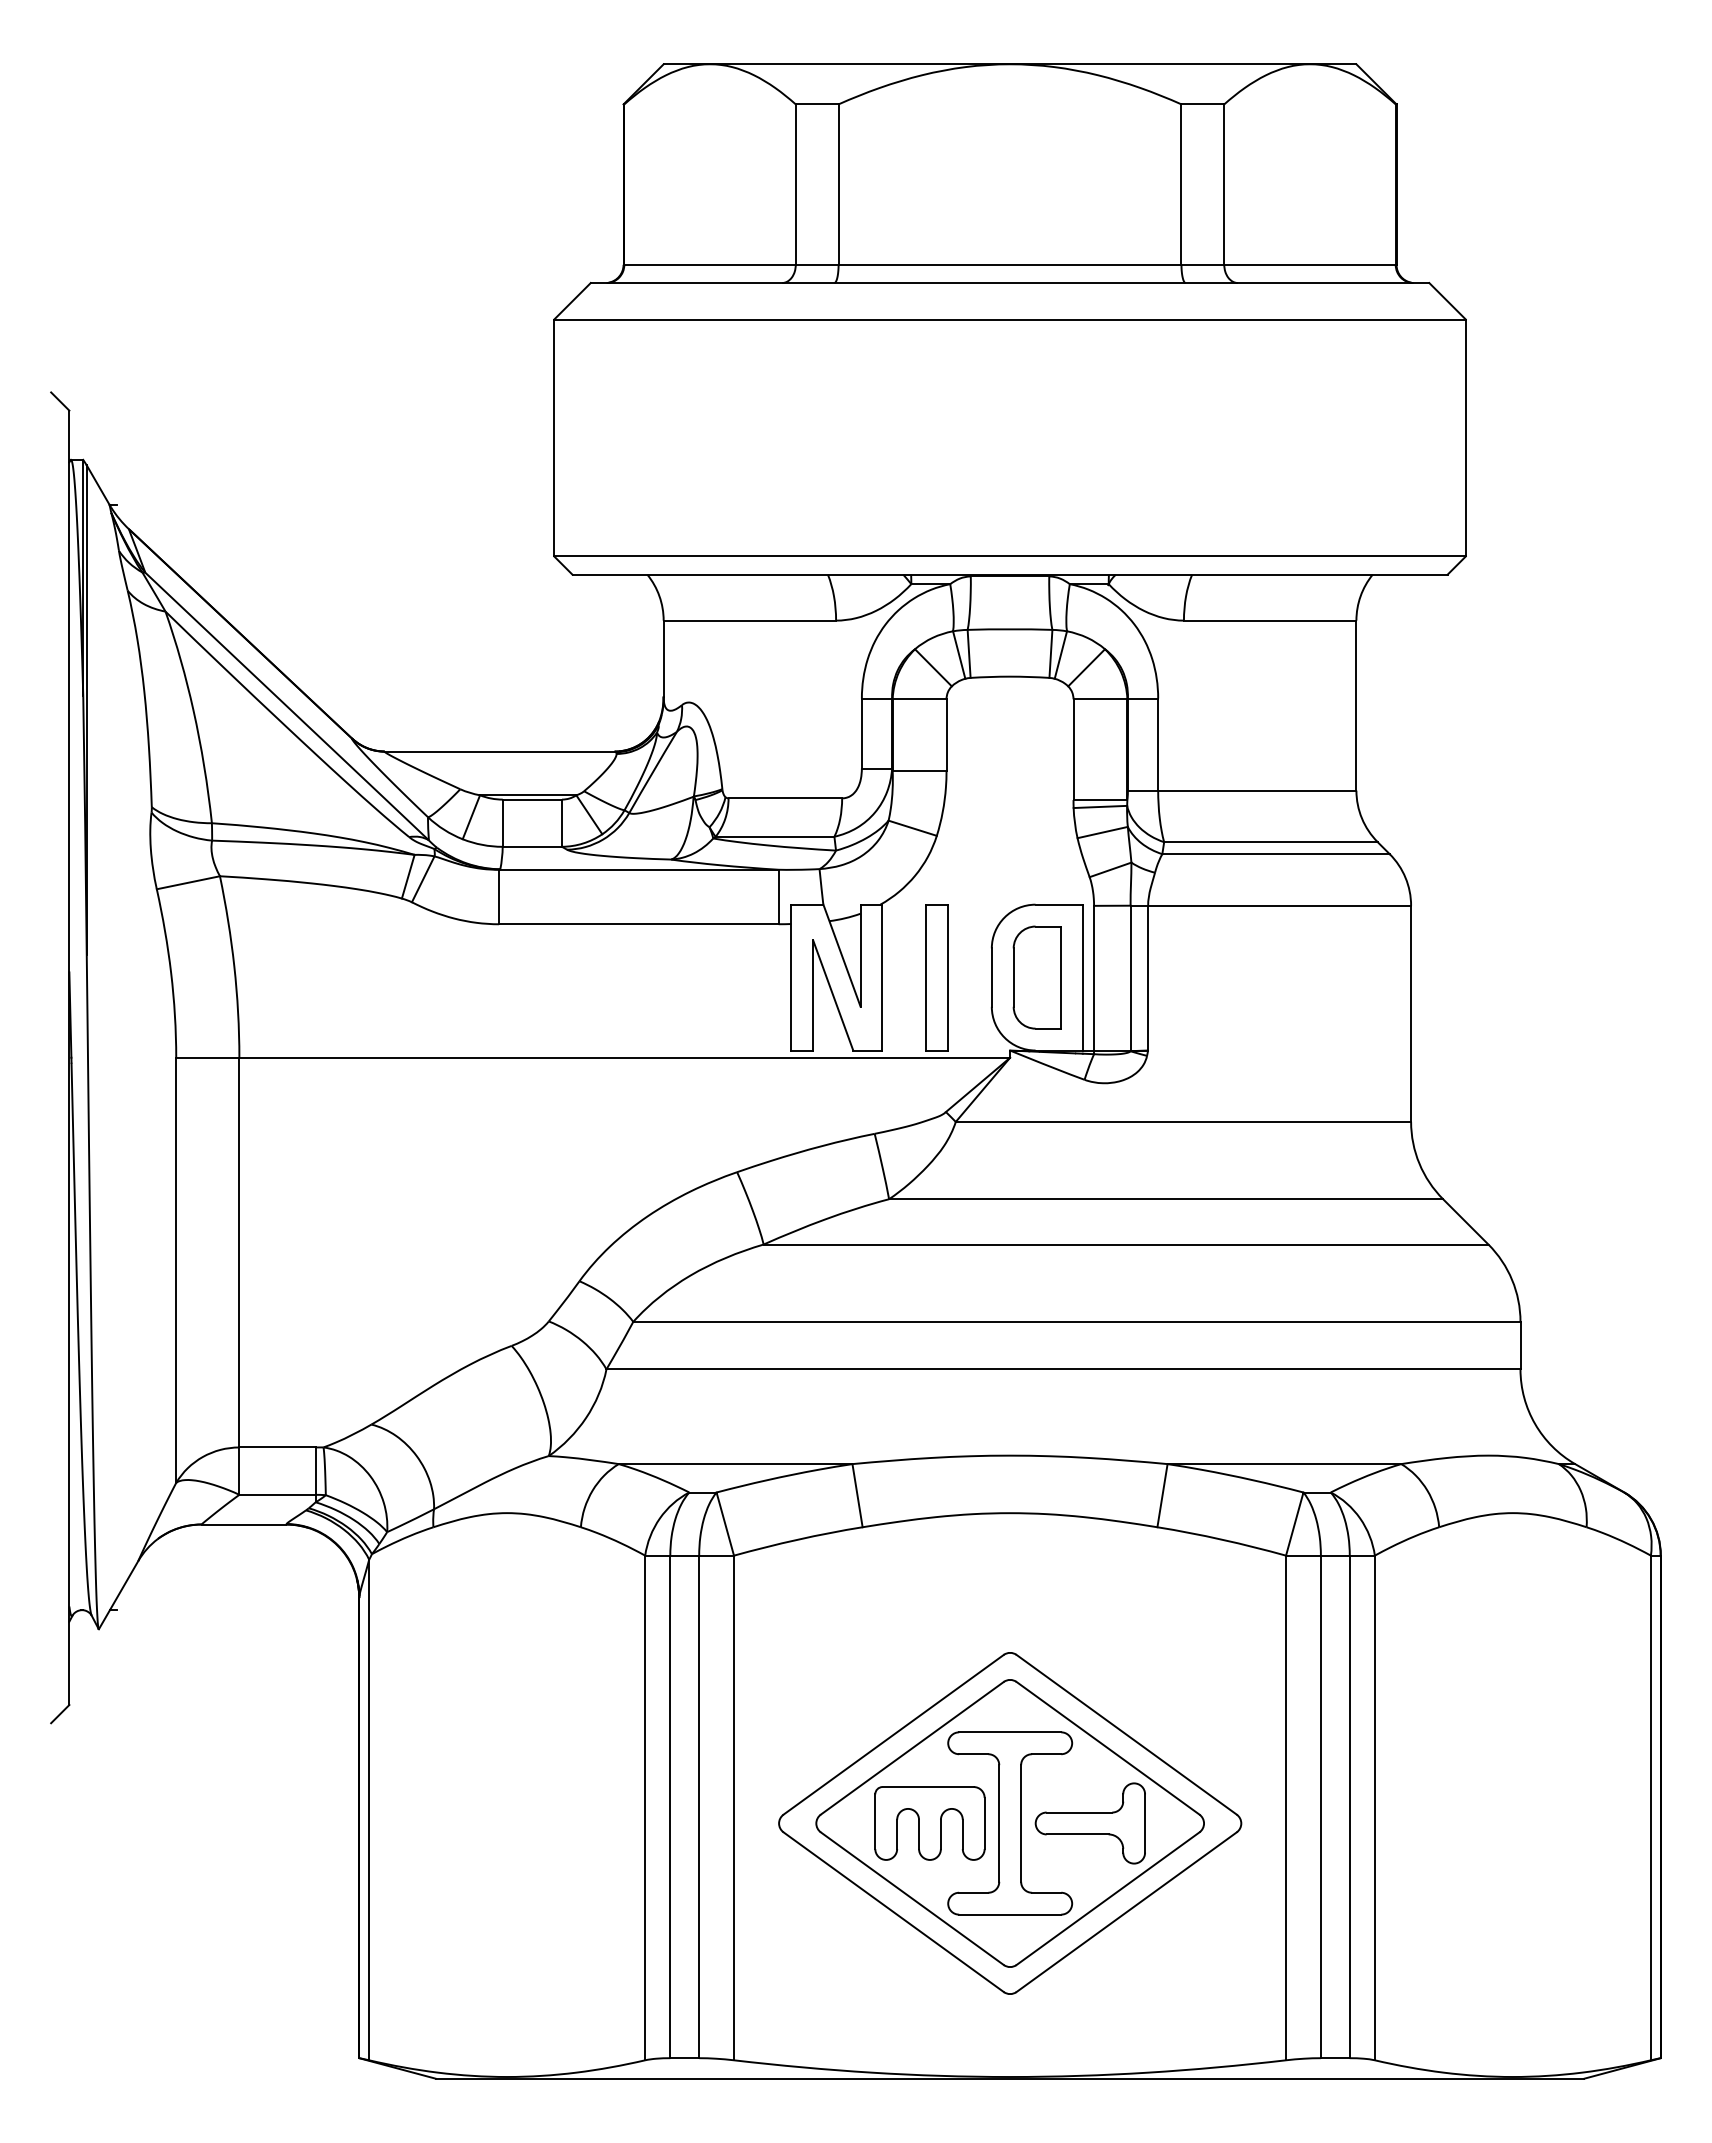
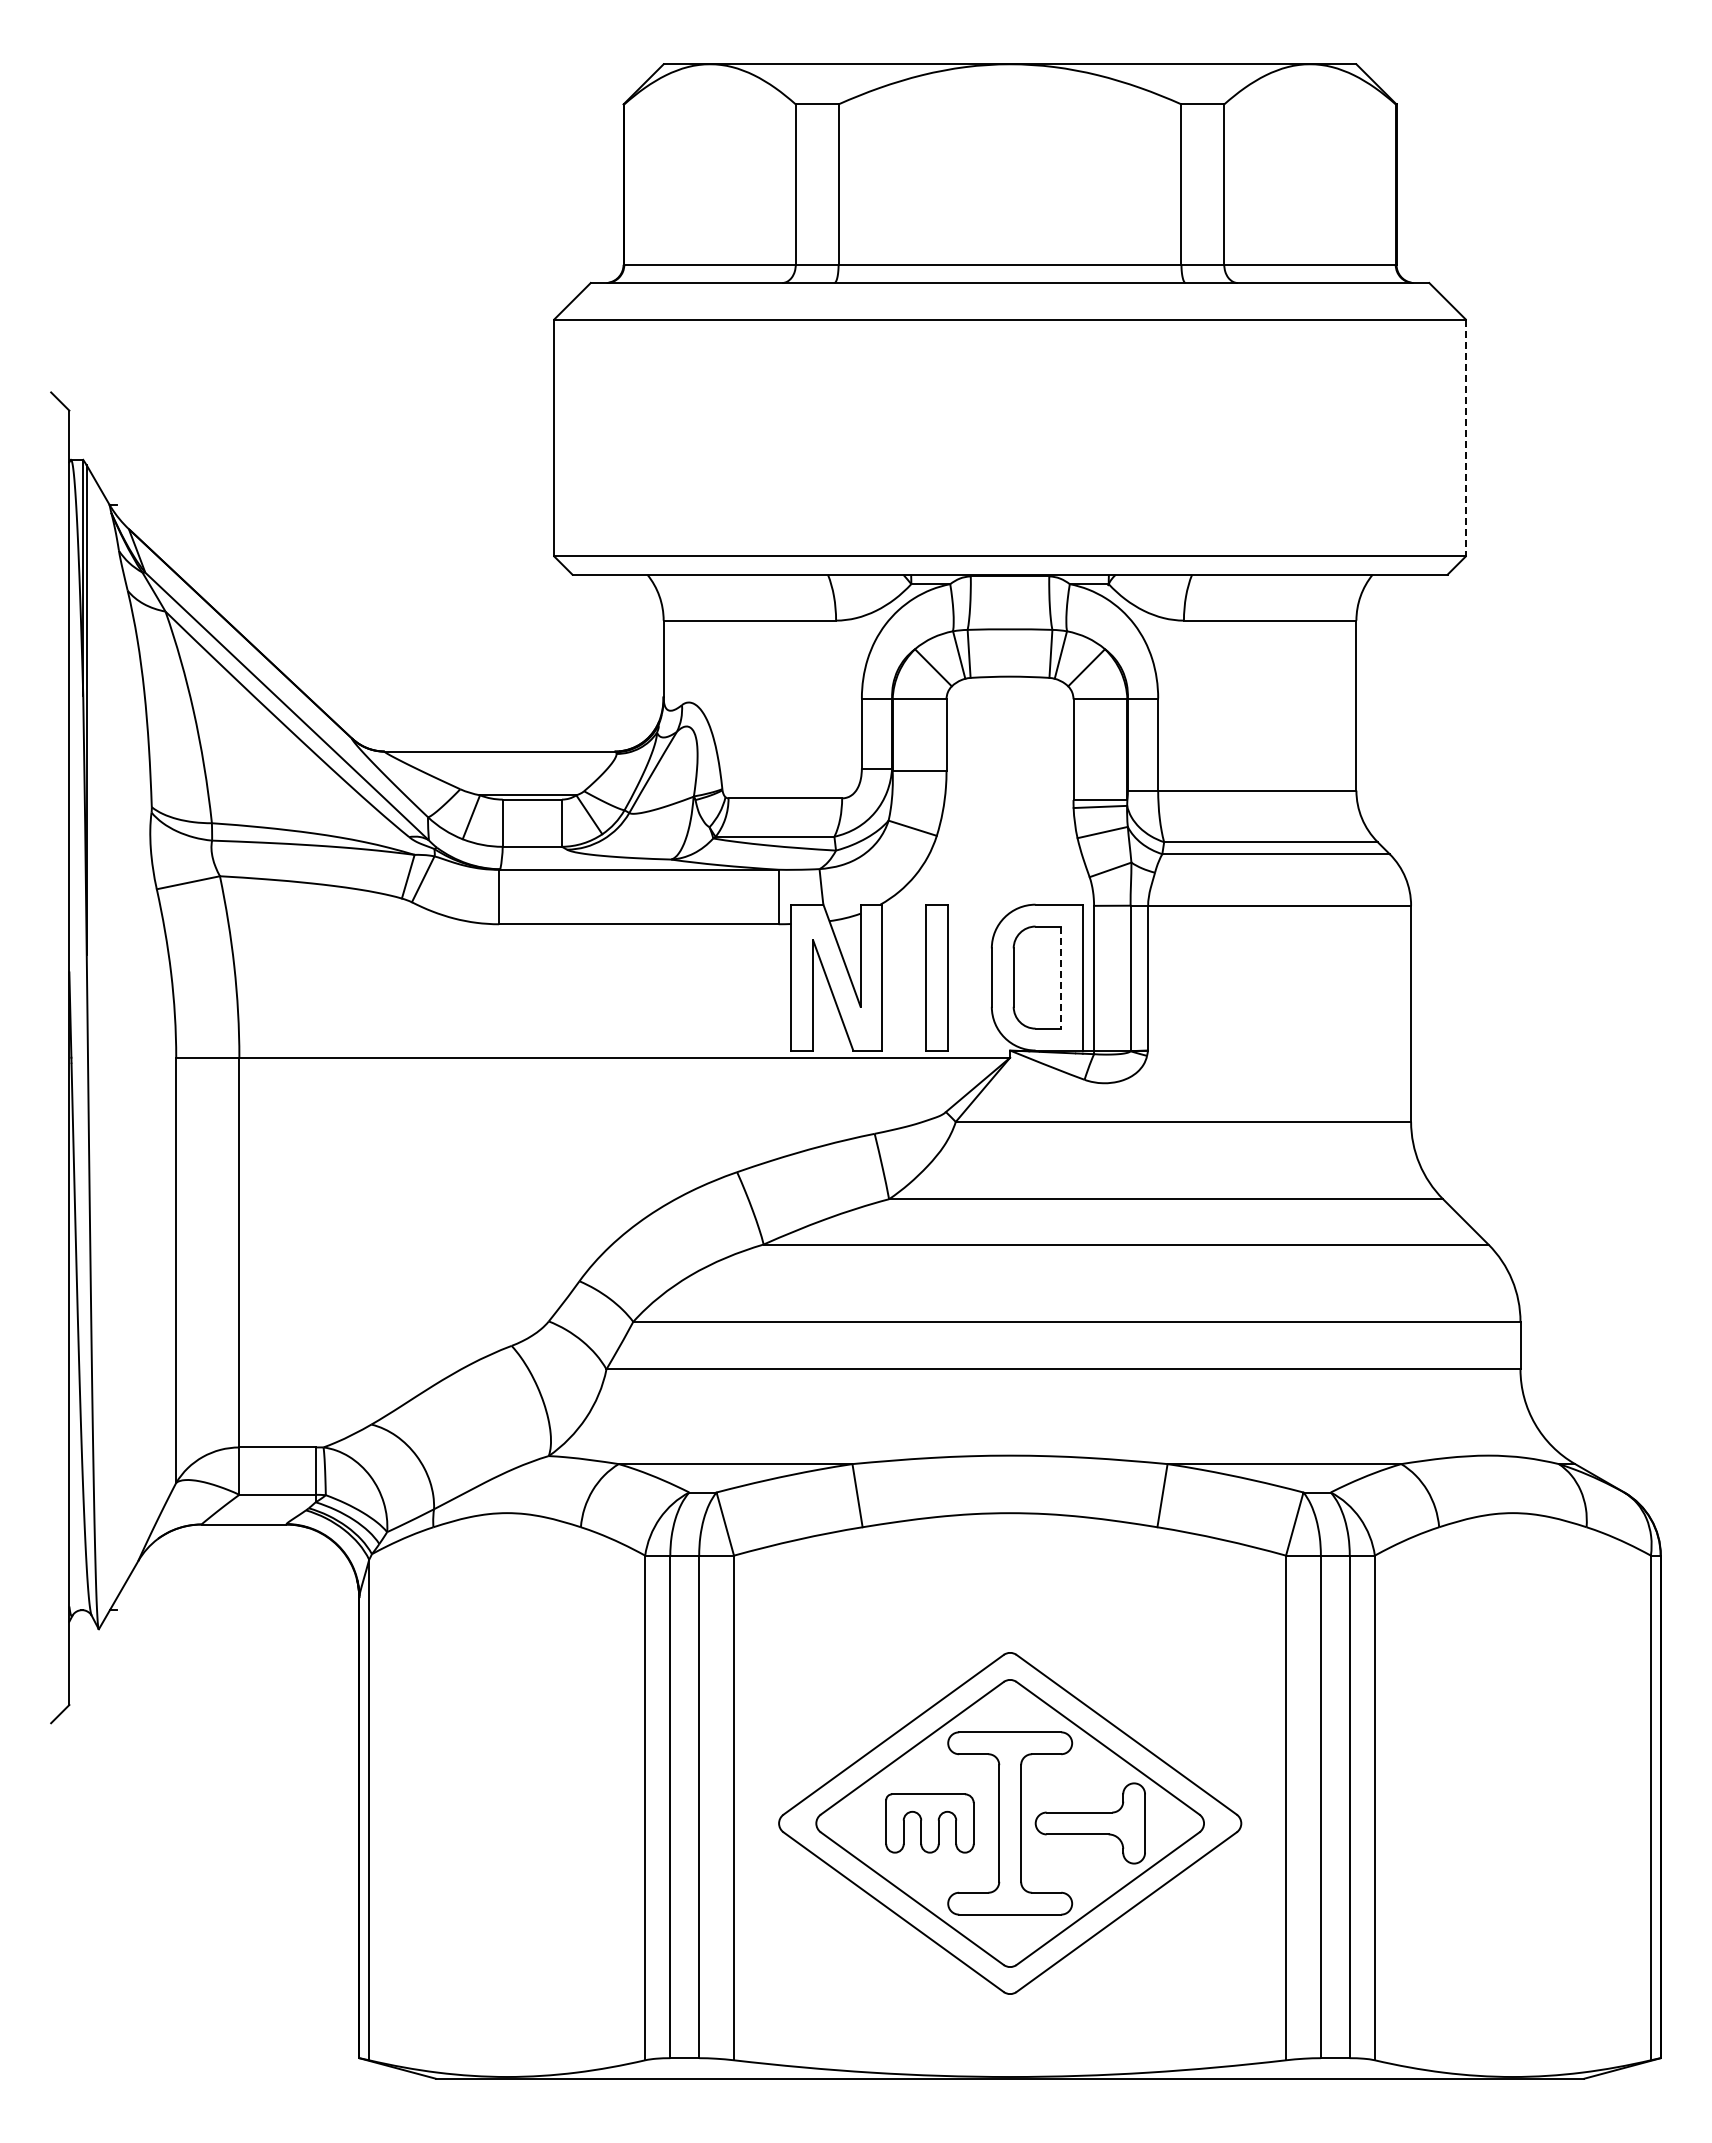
line at (1465, 438): solid -> dashed
line at (1061, 978): solid -> dashed
part at (929, 1823) size: 112x75 px -> 90x61 px
